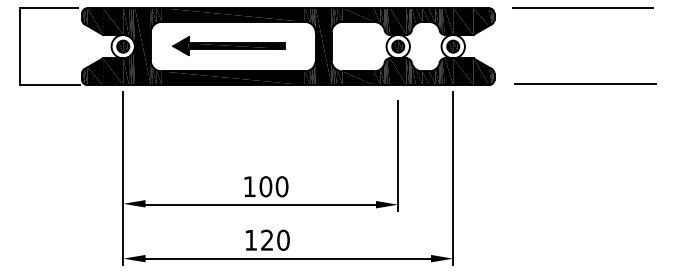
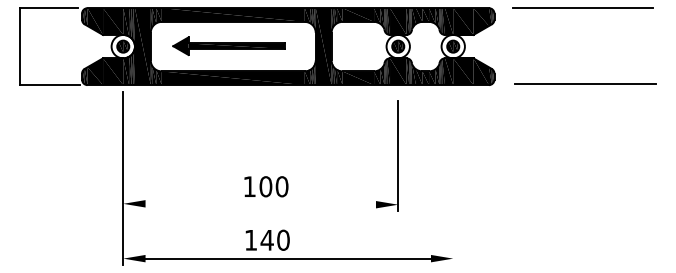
line at (453, 178): present -> none
line at (260, 204): present -> none
text at (266, 239): 120 -> 140
